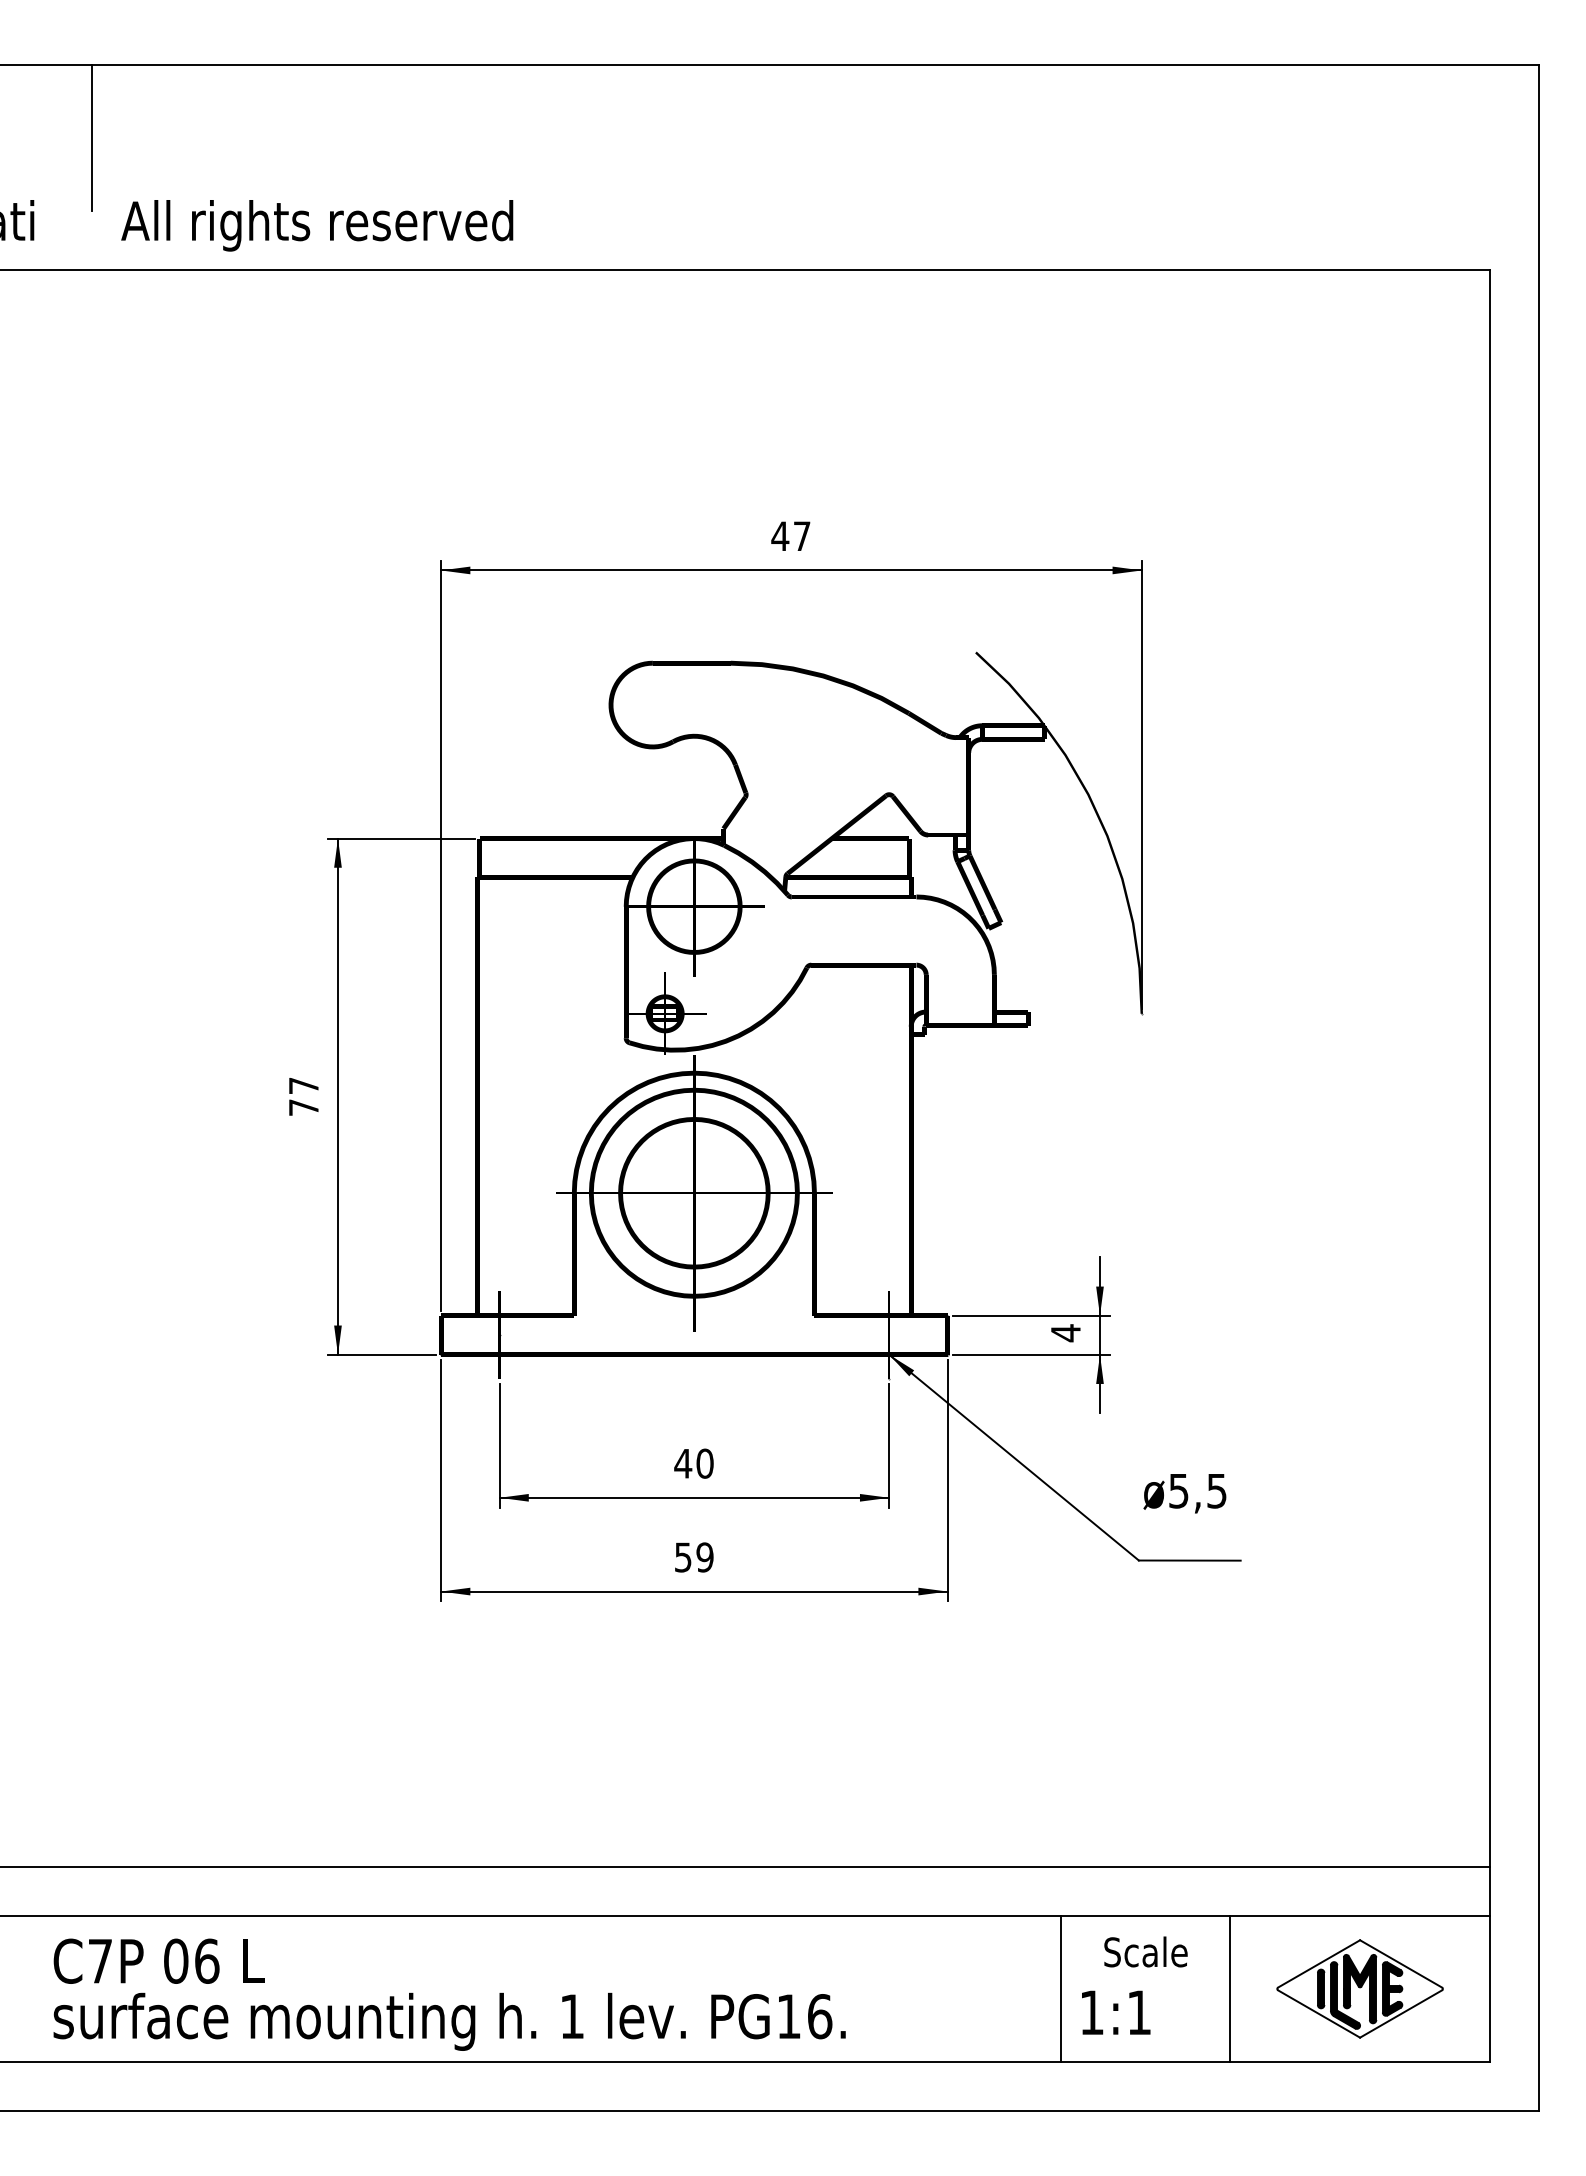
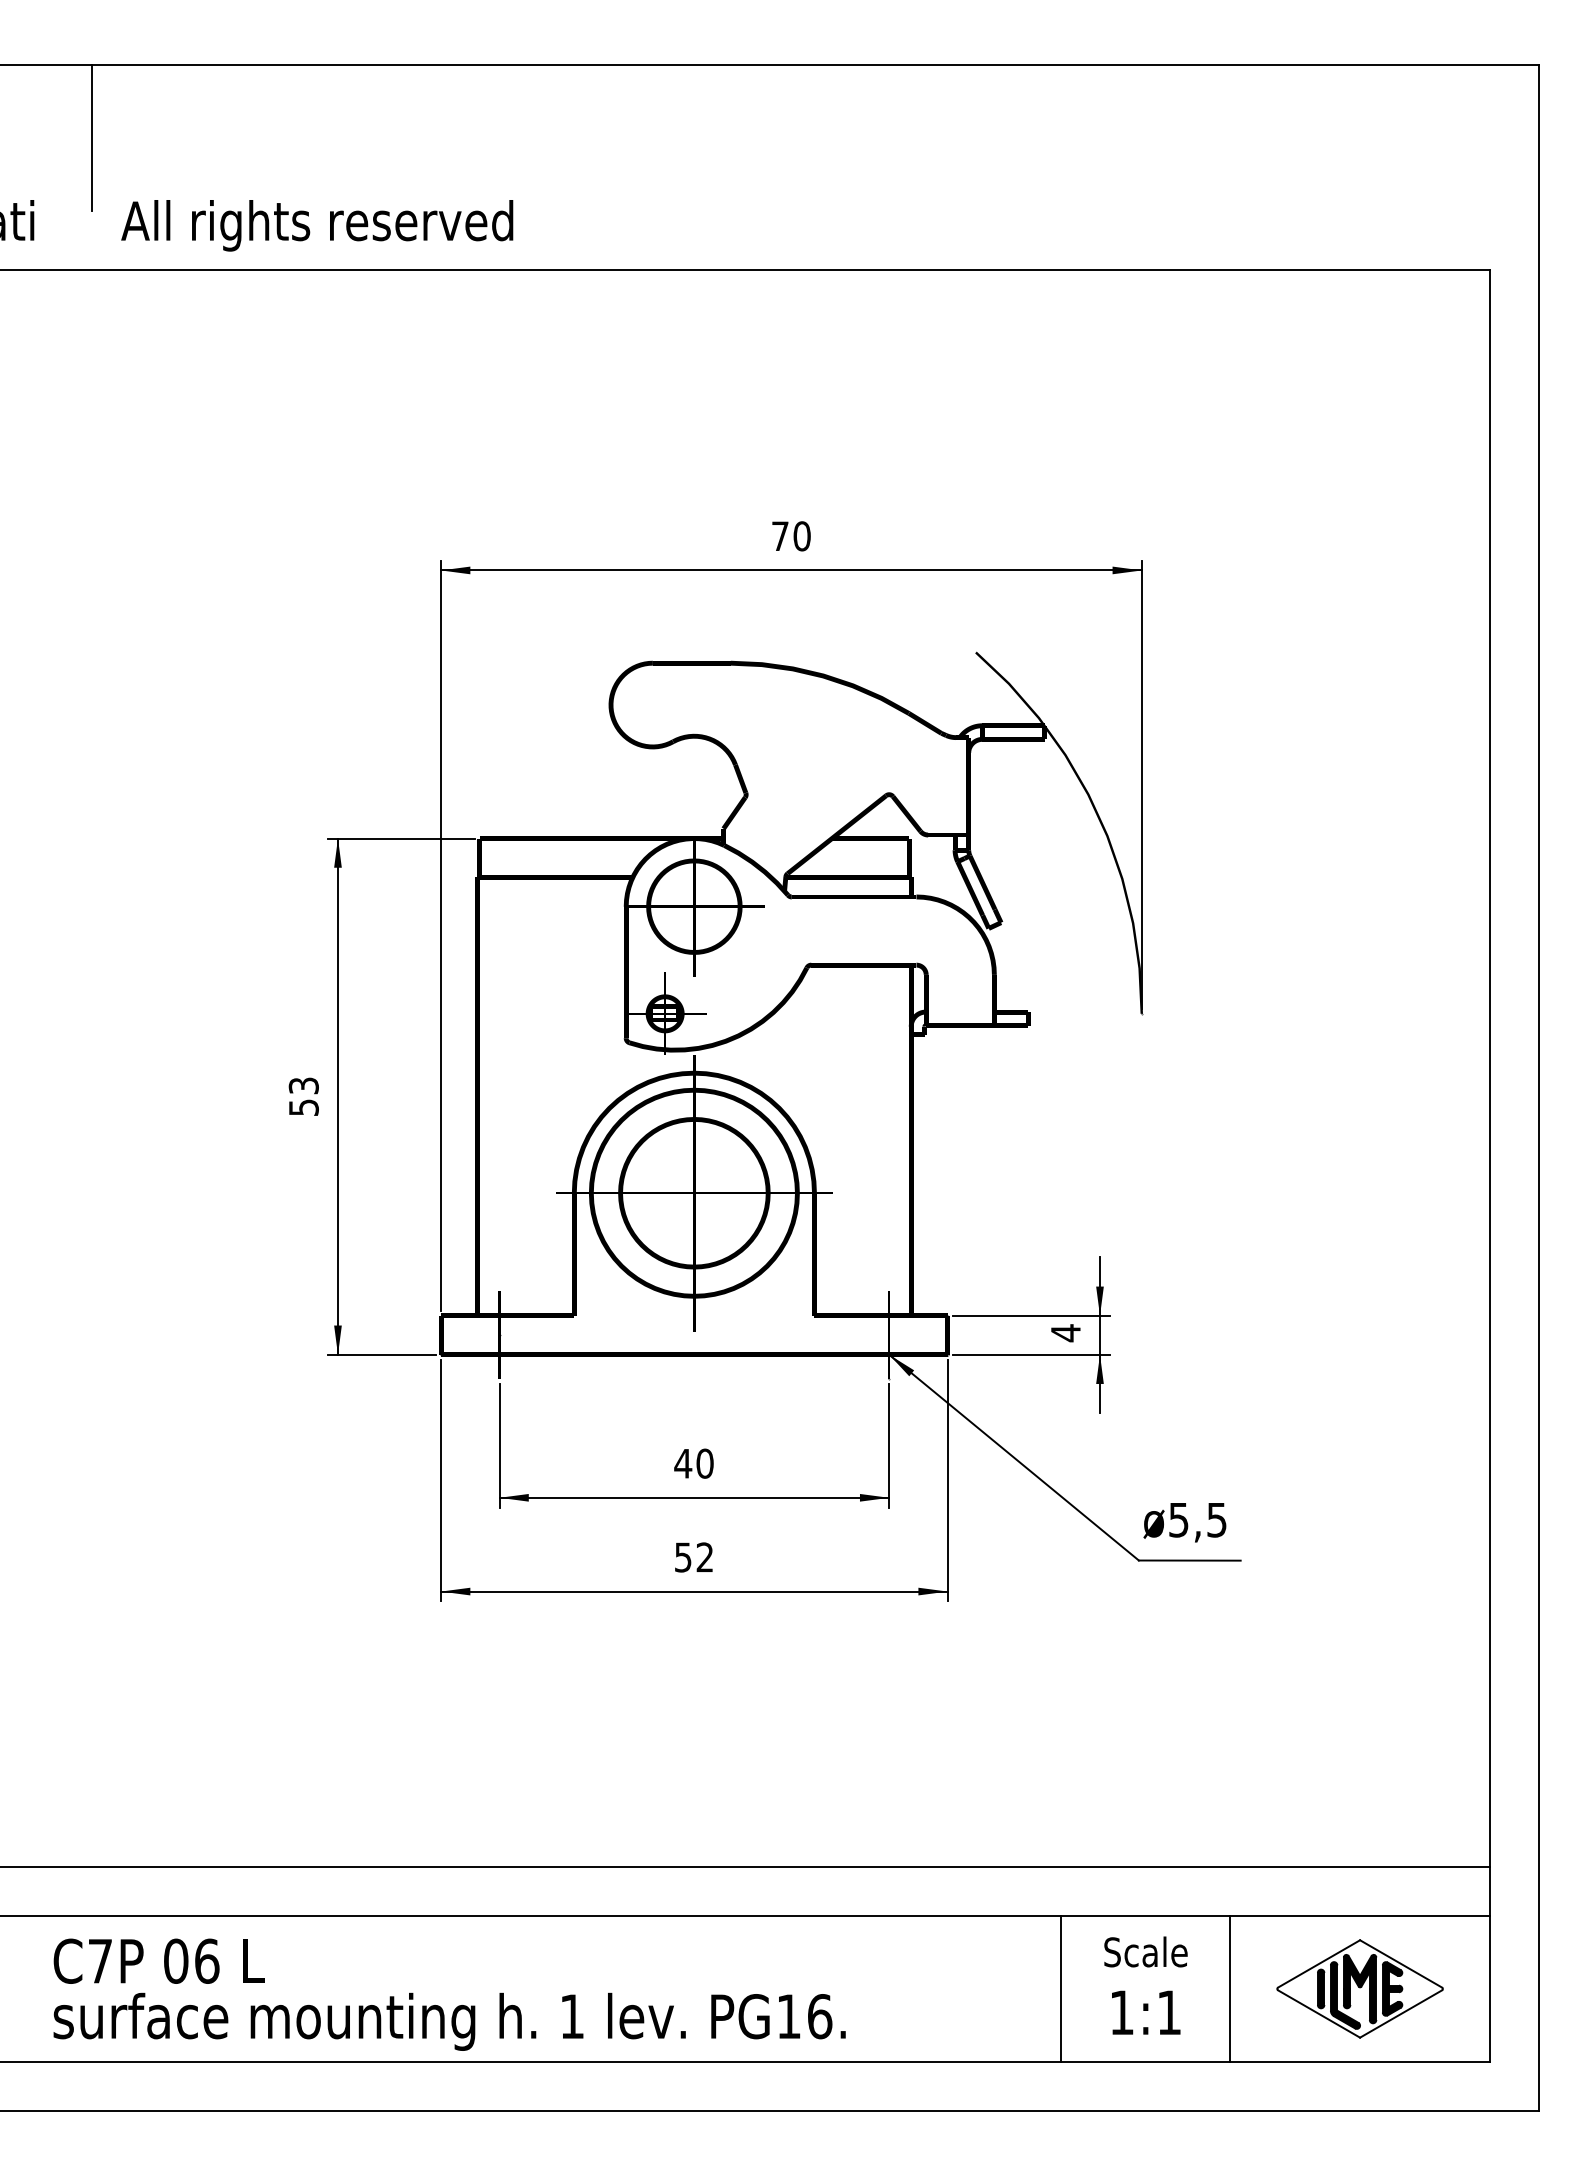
text at (790, 536): 47 -> 70
text at (303, 1096): 77 -> 53
text at (1184, 1493) position: (1184, 1493) -> (1184, 1522)
text at (704, 1557): 59 -> 52
text at (1116, 2012) position: (1116, 2012) -> (1146, 2012)
